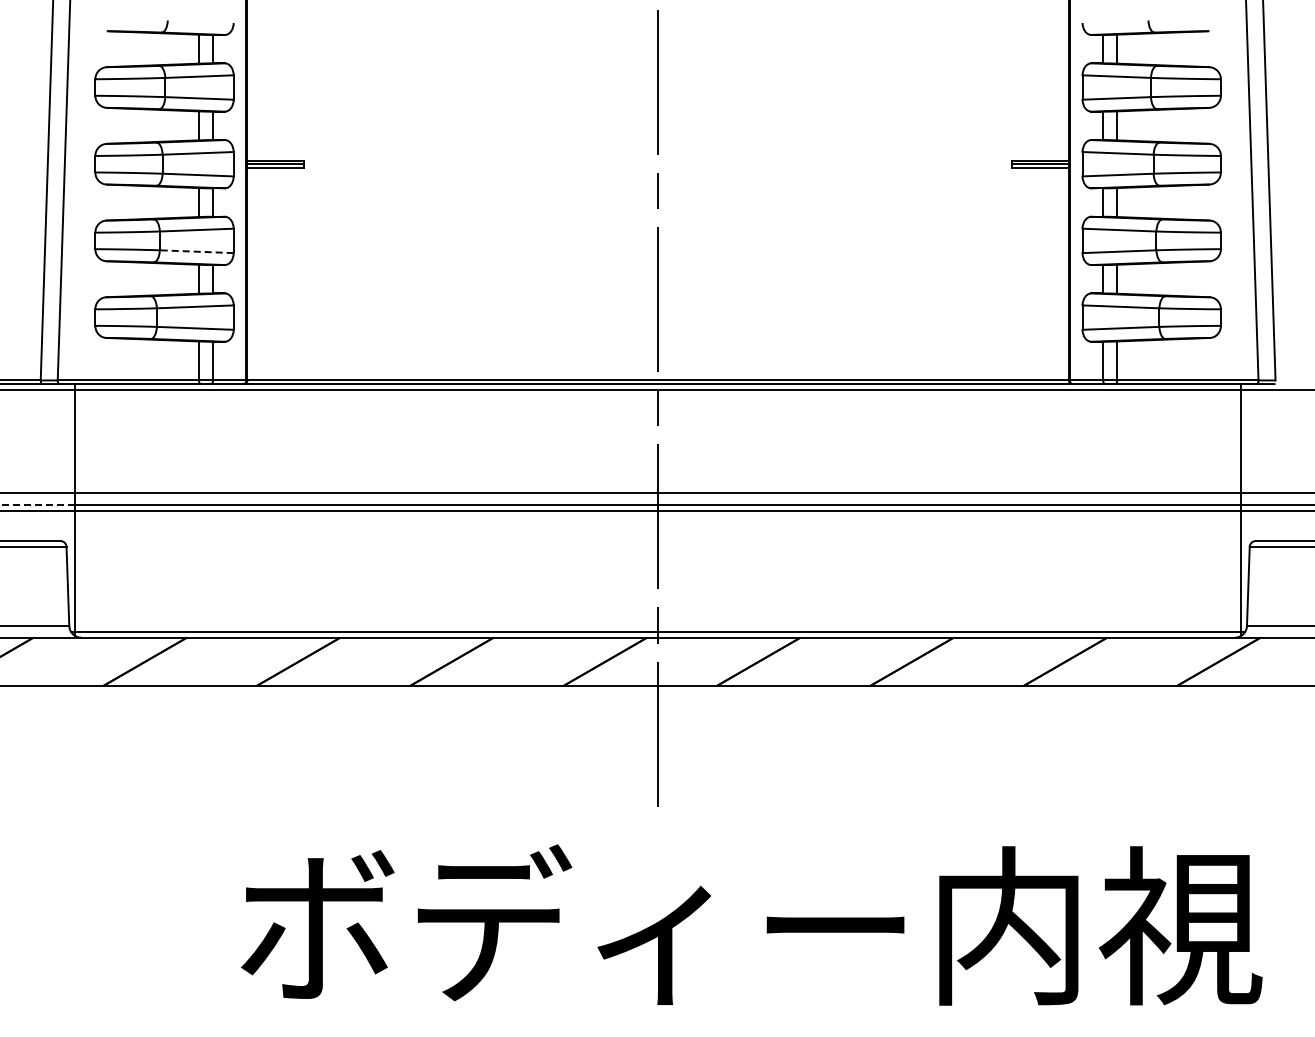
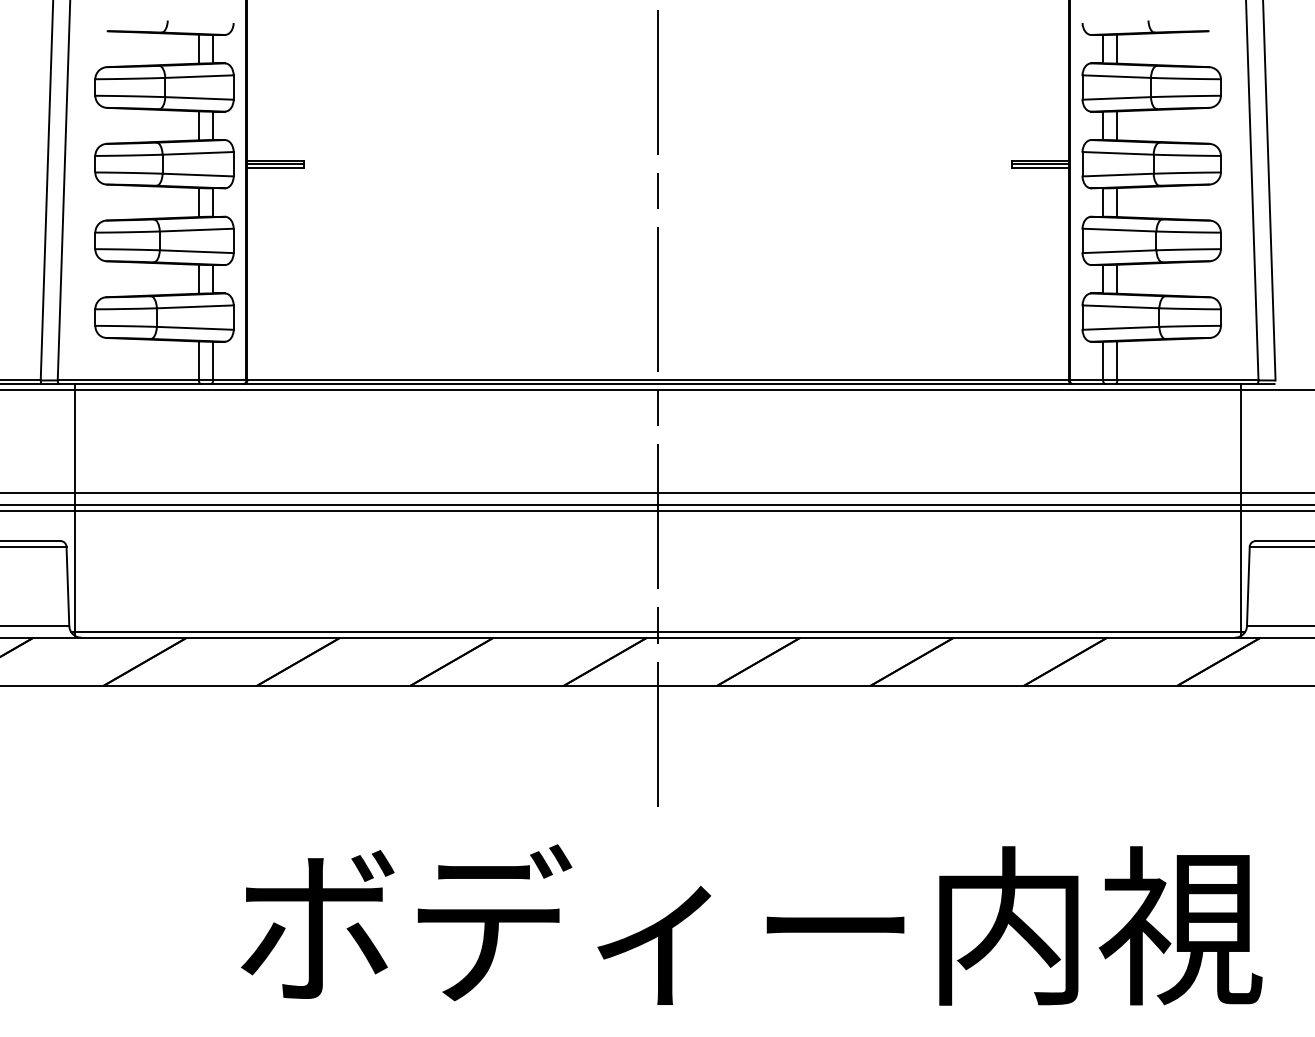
line at (196, 251): dashed -> solid
line at (37, 504): dashed -> solid
